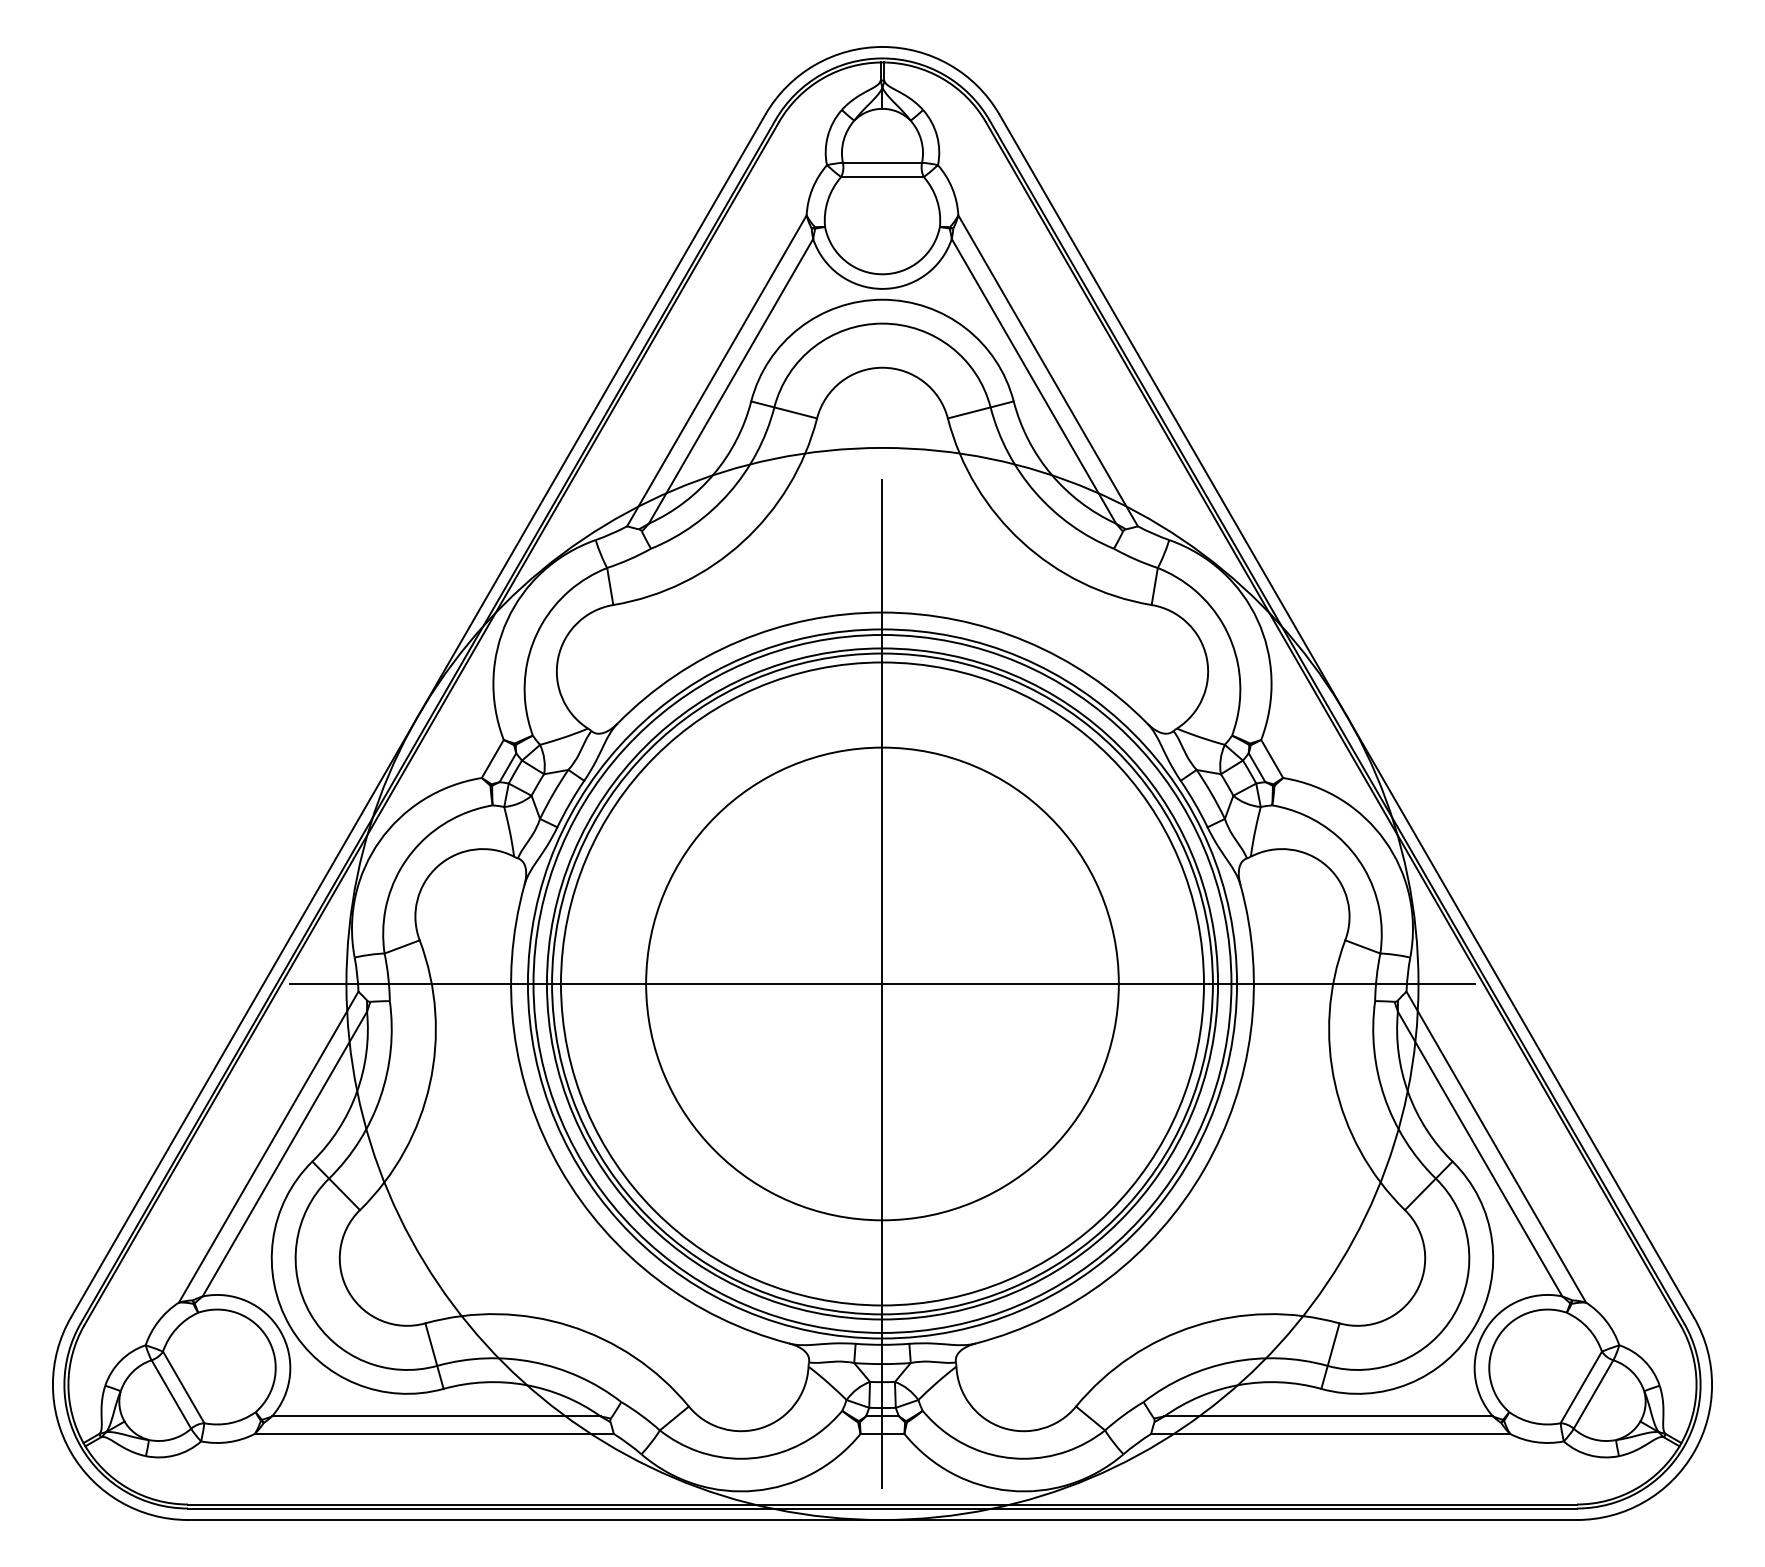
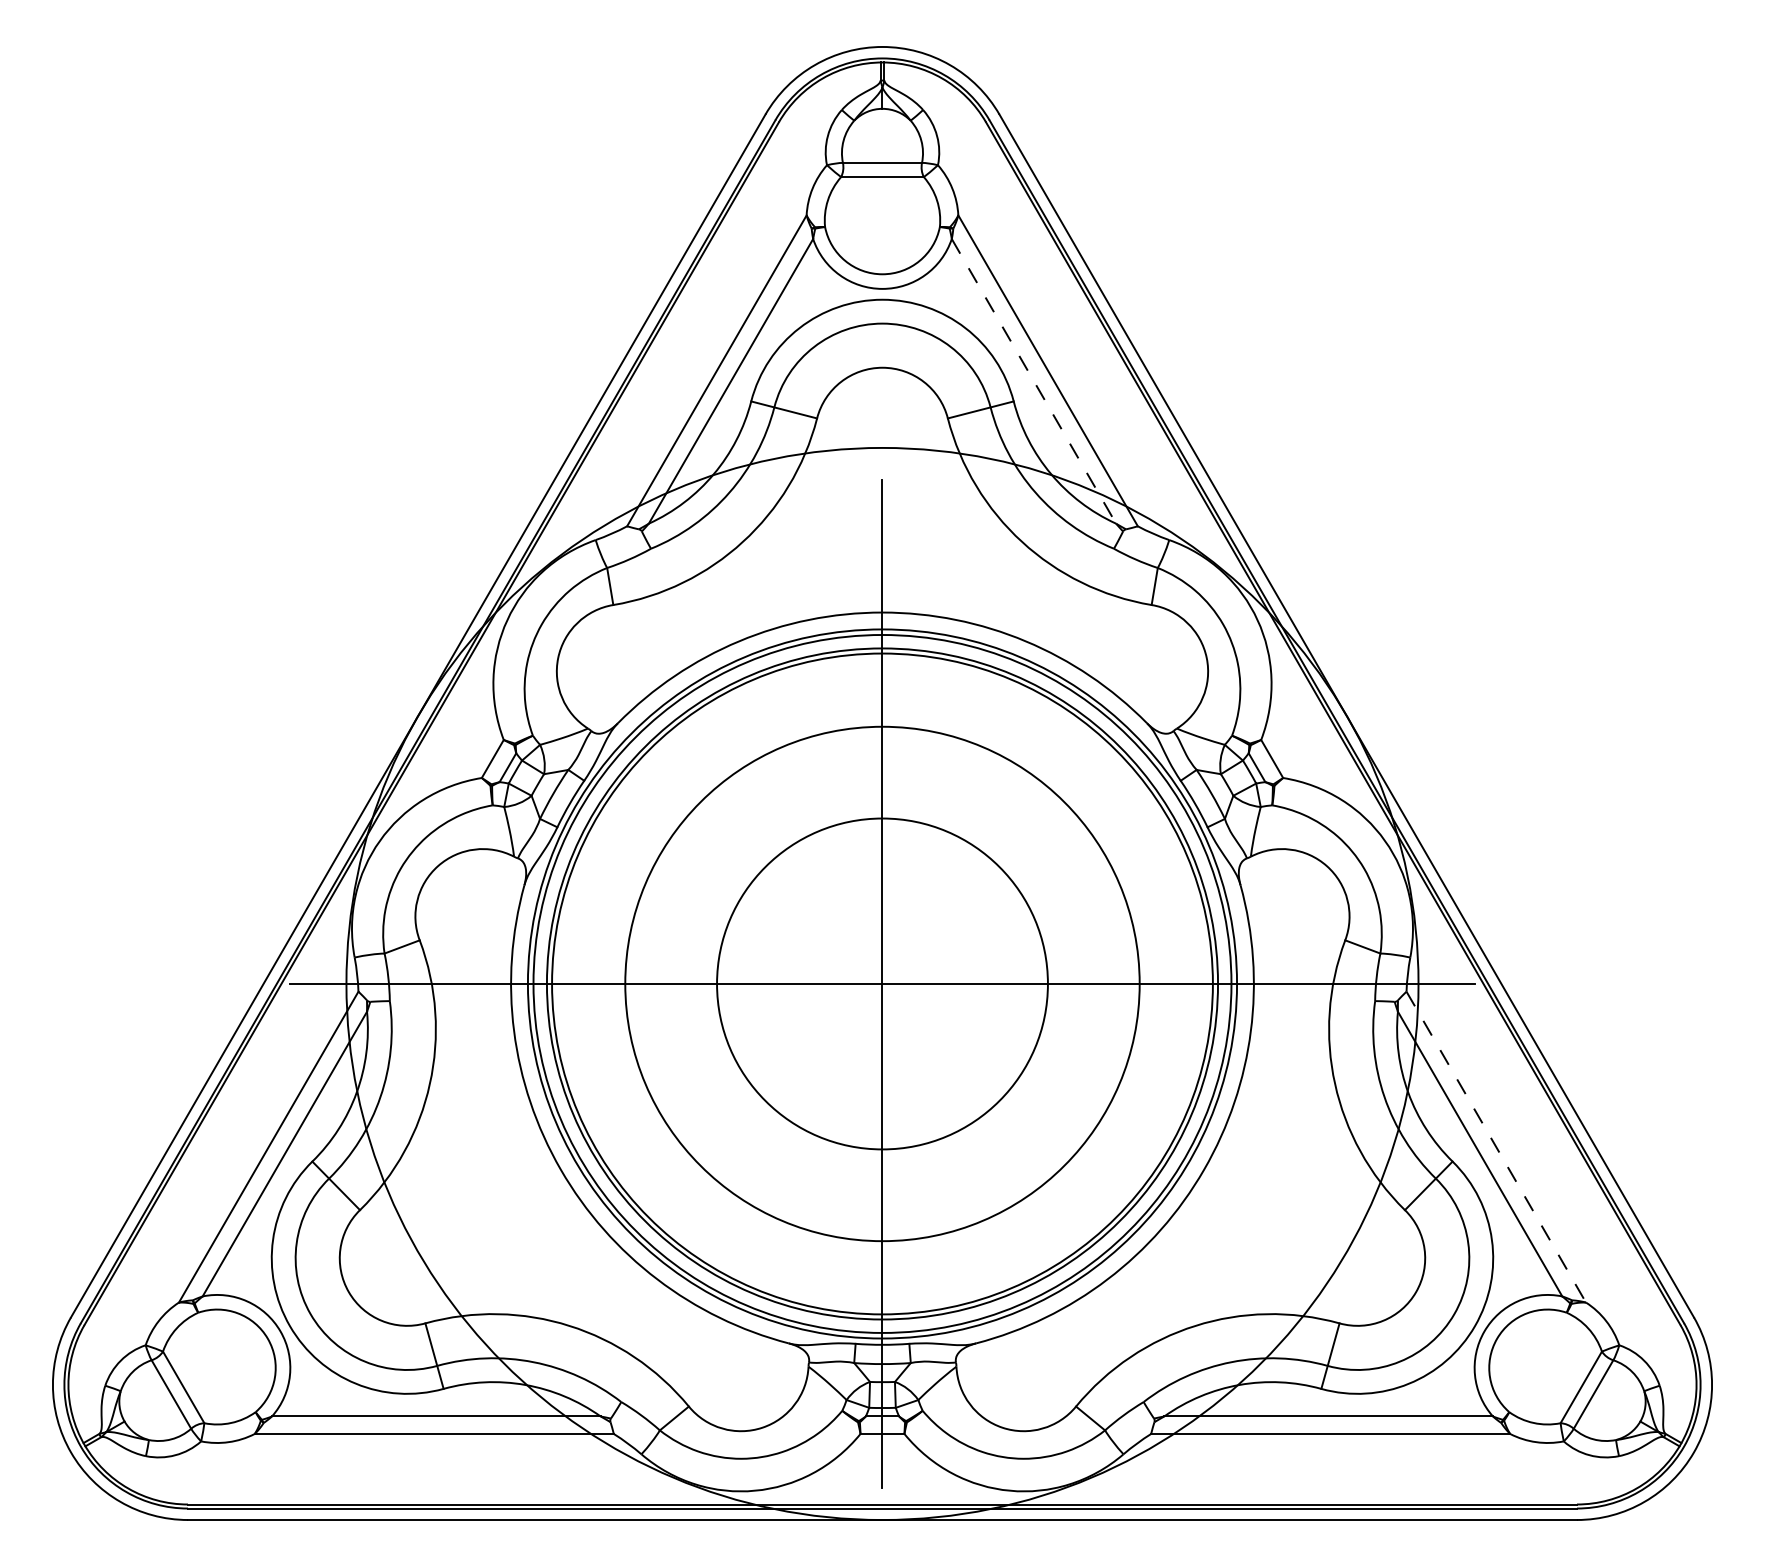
line at (1034, 381): solid -> dashed
circle at (881, 983) diameter: 643 px -> 514 px
circle at (882, 983) diameter: 473 px -> 331 px
line at (1496, 1147): solid -> dashed
